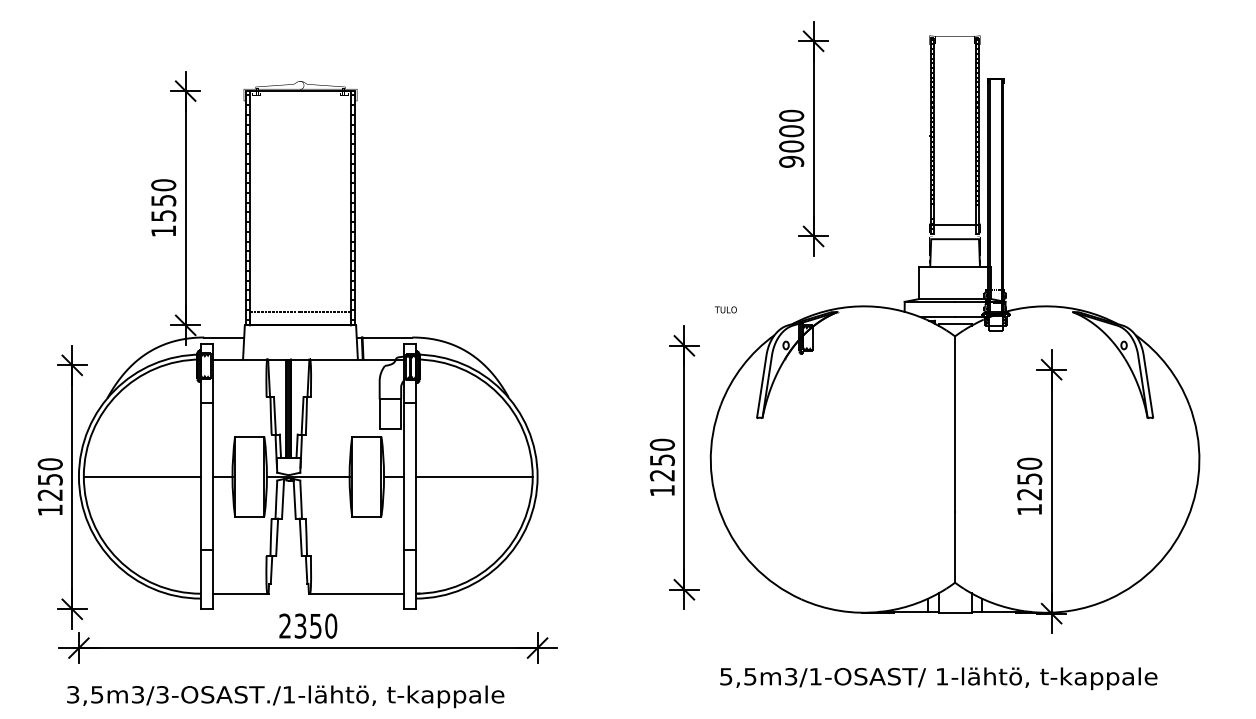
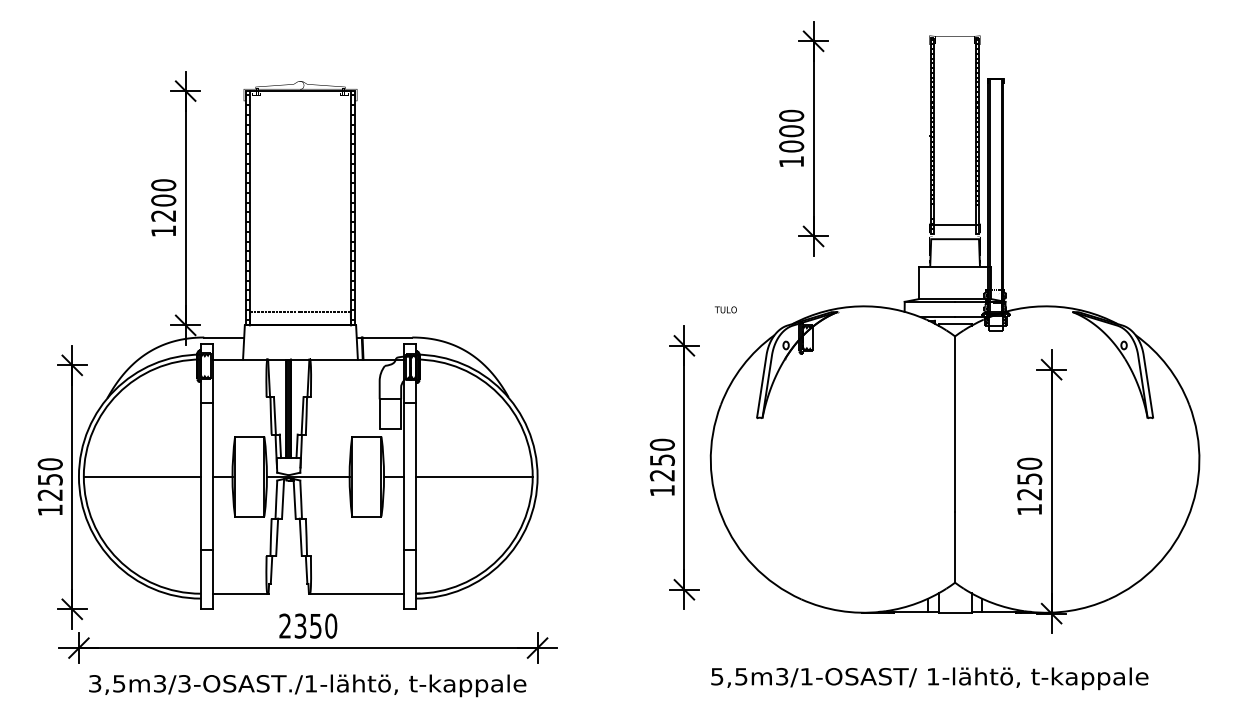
text at (791, 161): 9000 -> 1000
text at (163, 207): 1550 -> 1200
text at (938, 678) position: (938, 678) -> (929, 678)
text at (285, 696) position: (285, 696) -> (307, 685)
